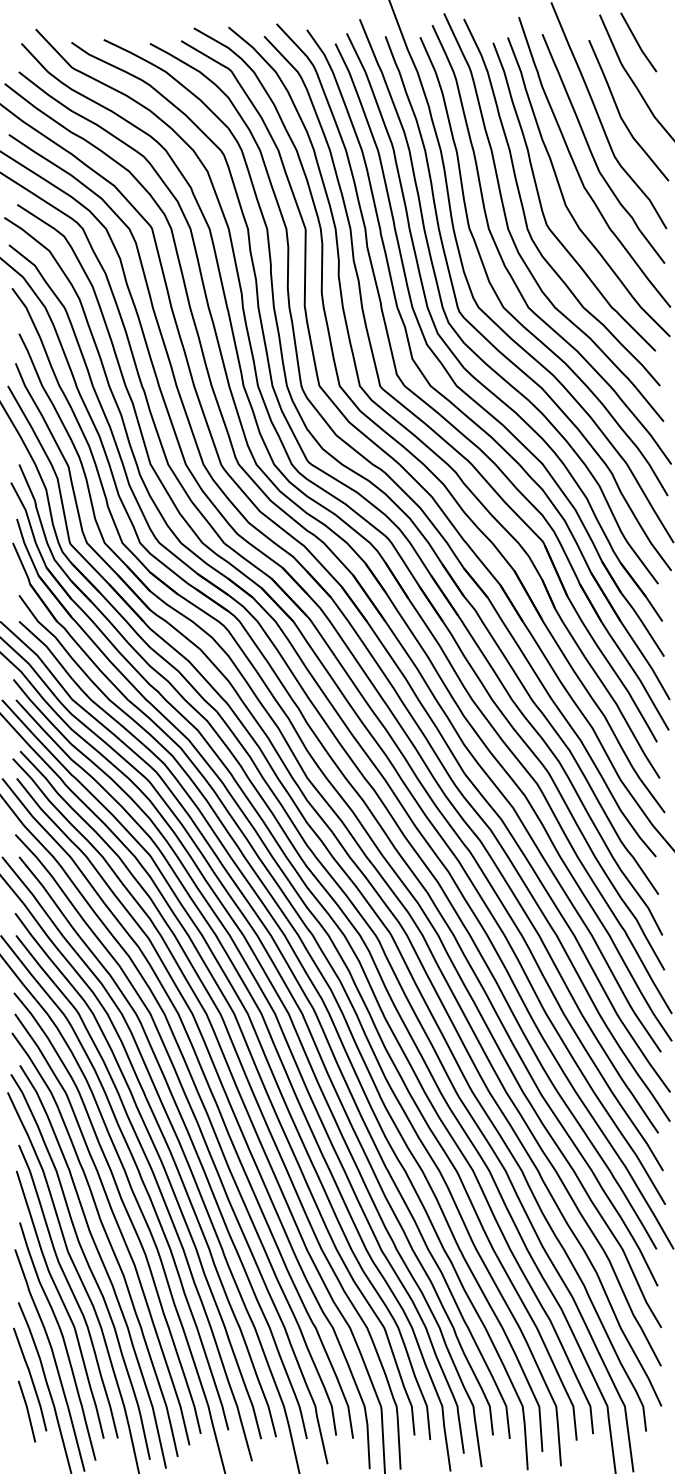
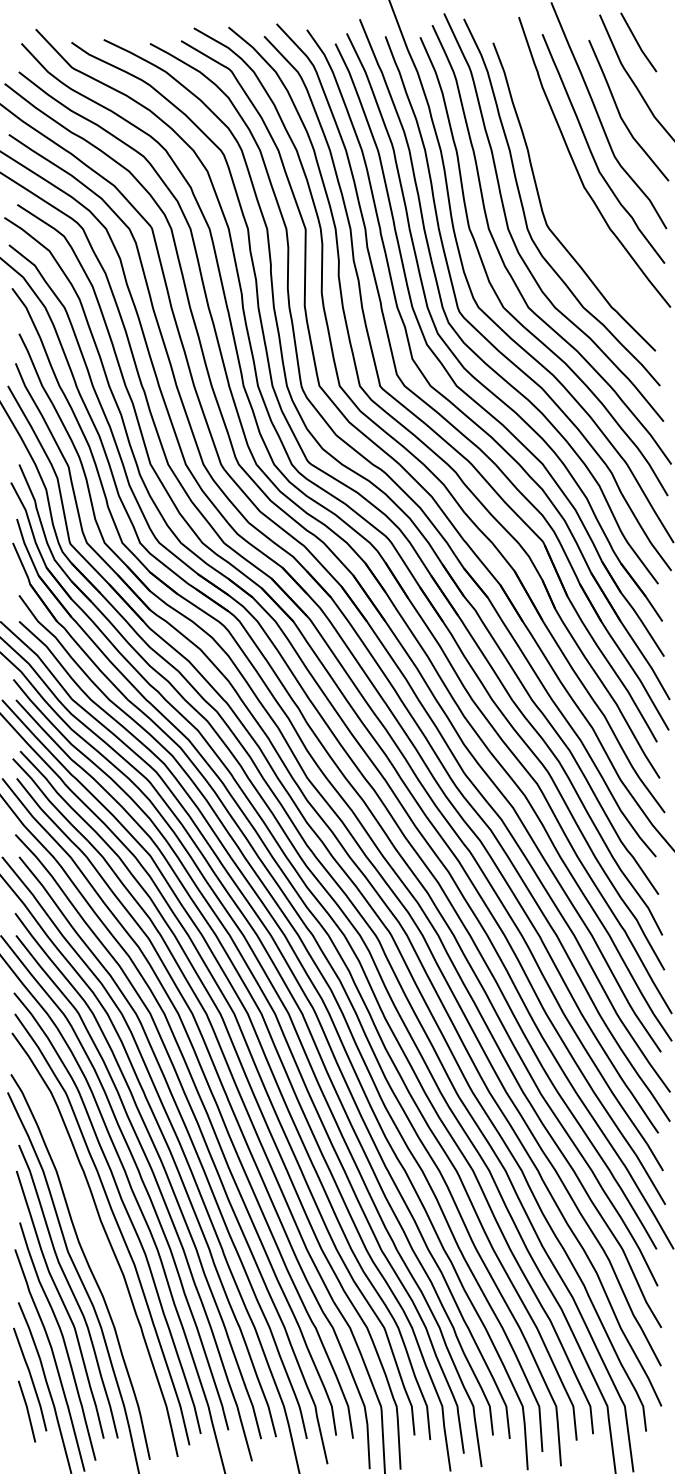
curve at (563, 194): present -> none
curve at (101, 1262): present -> none
